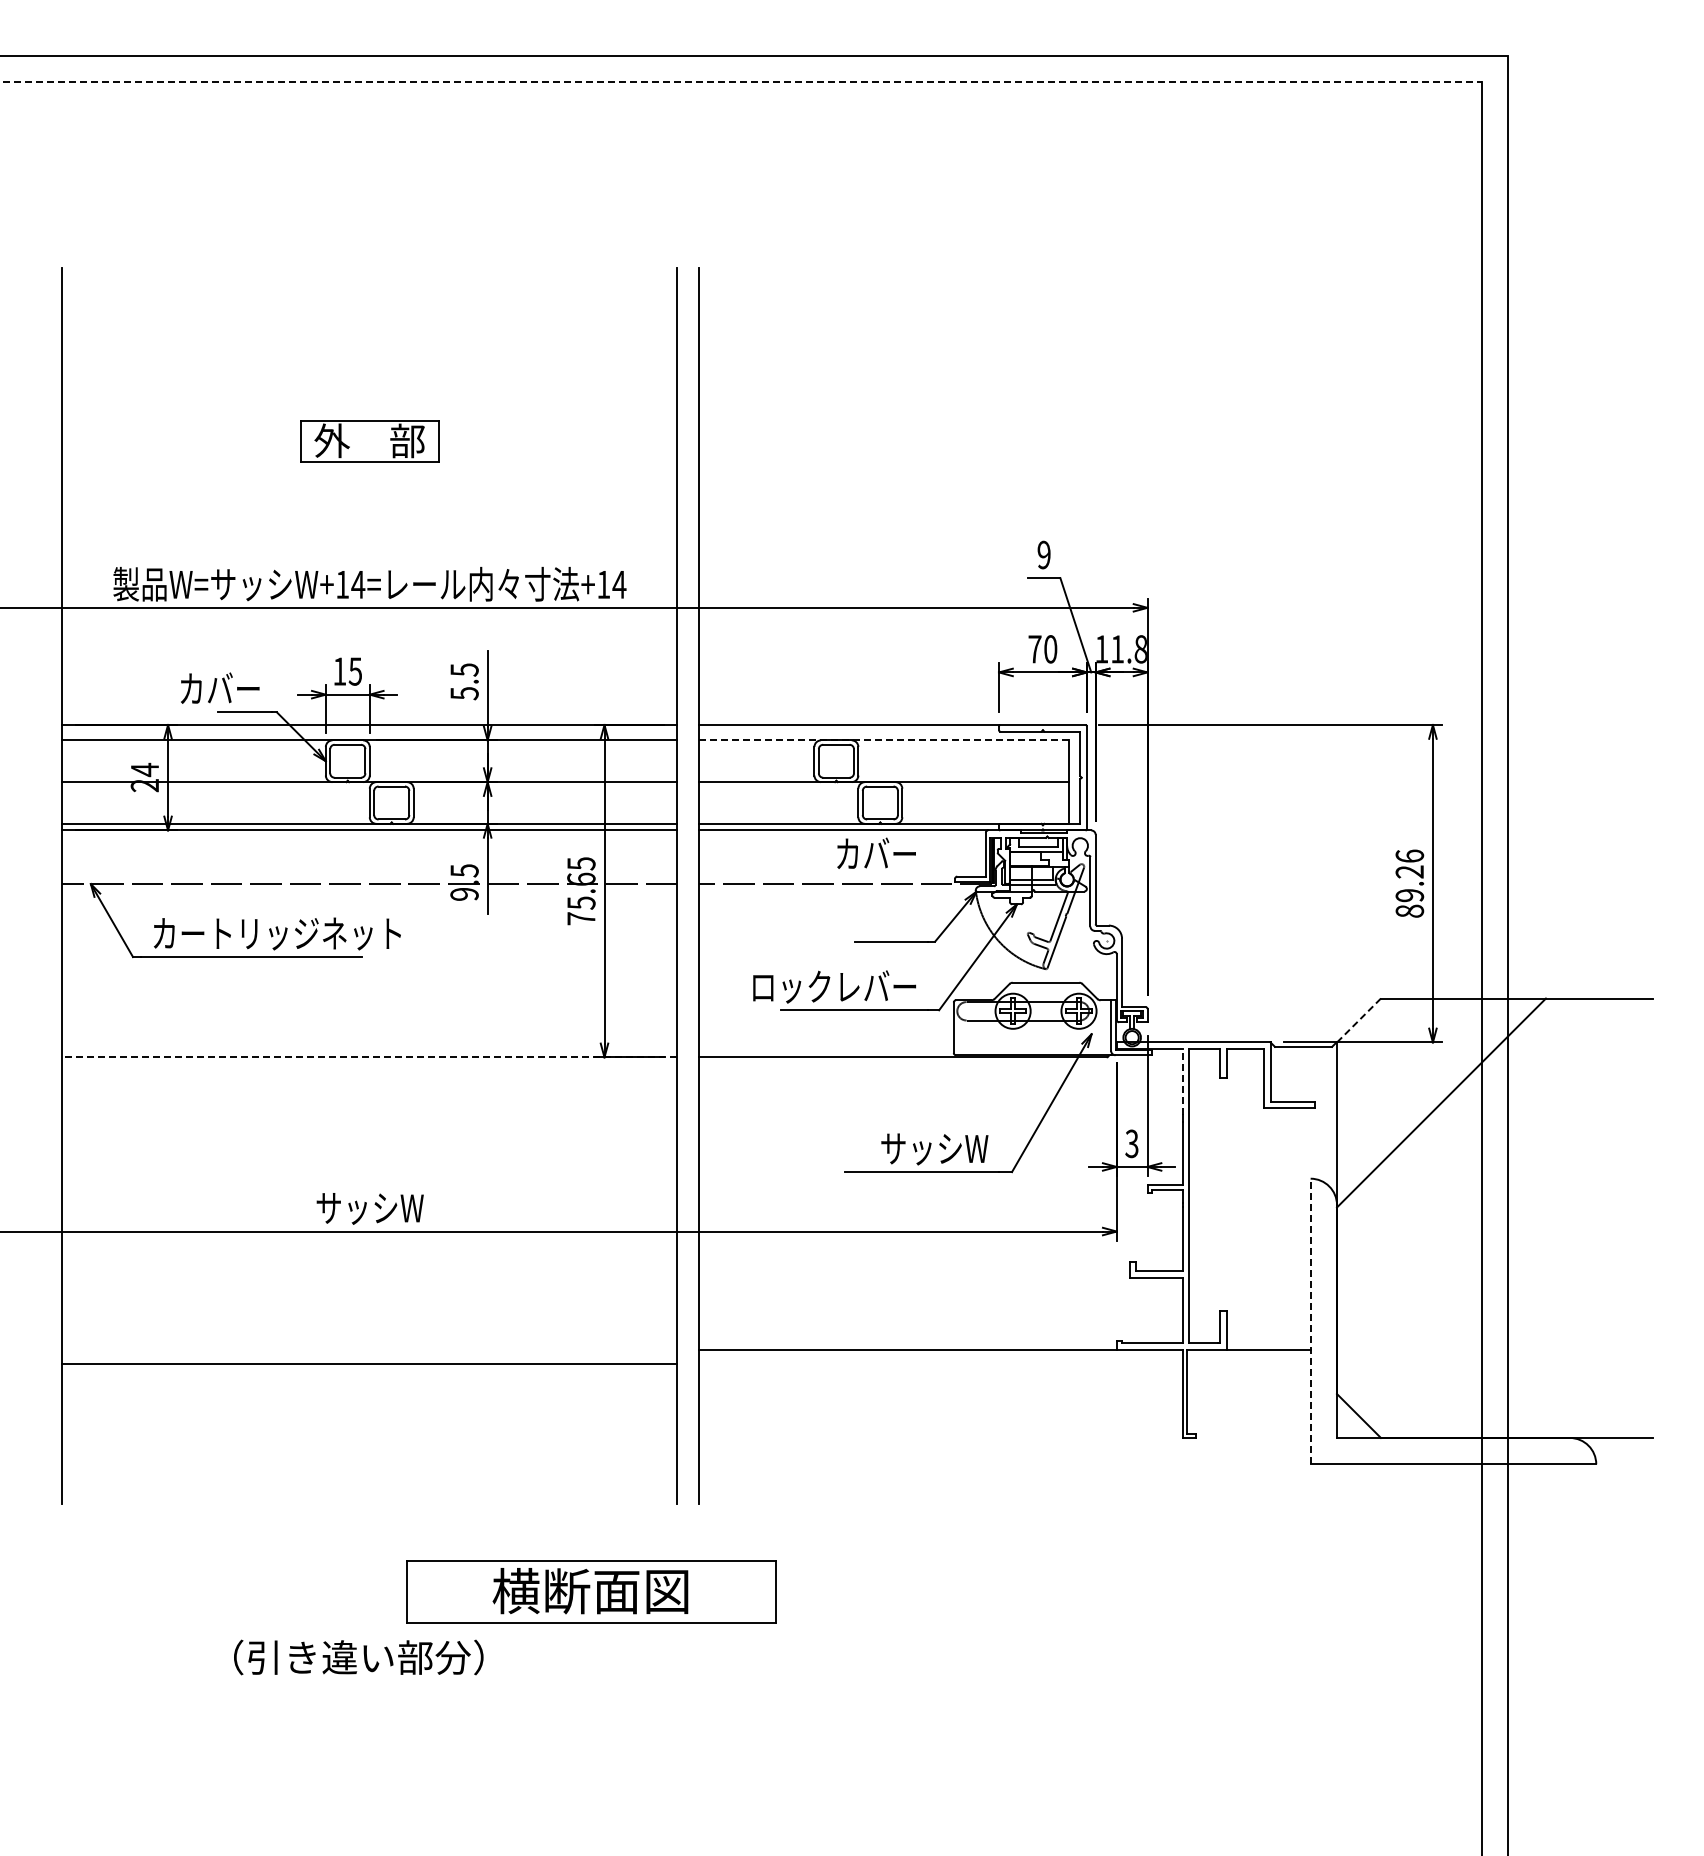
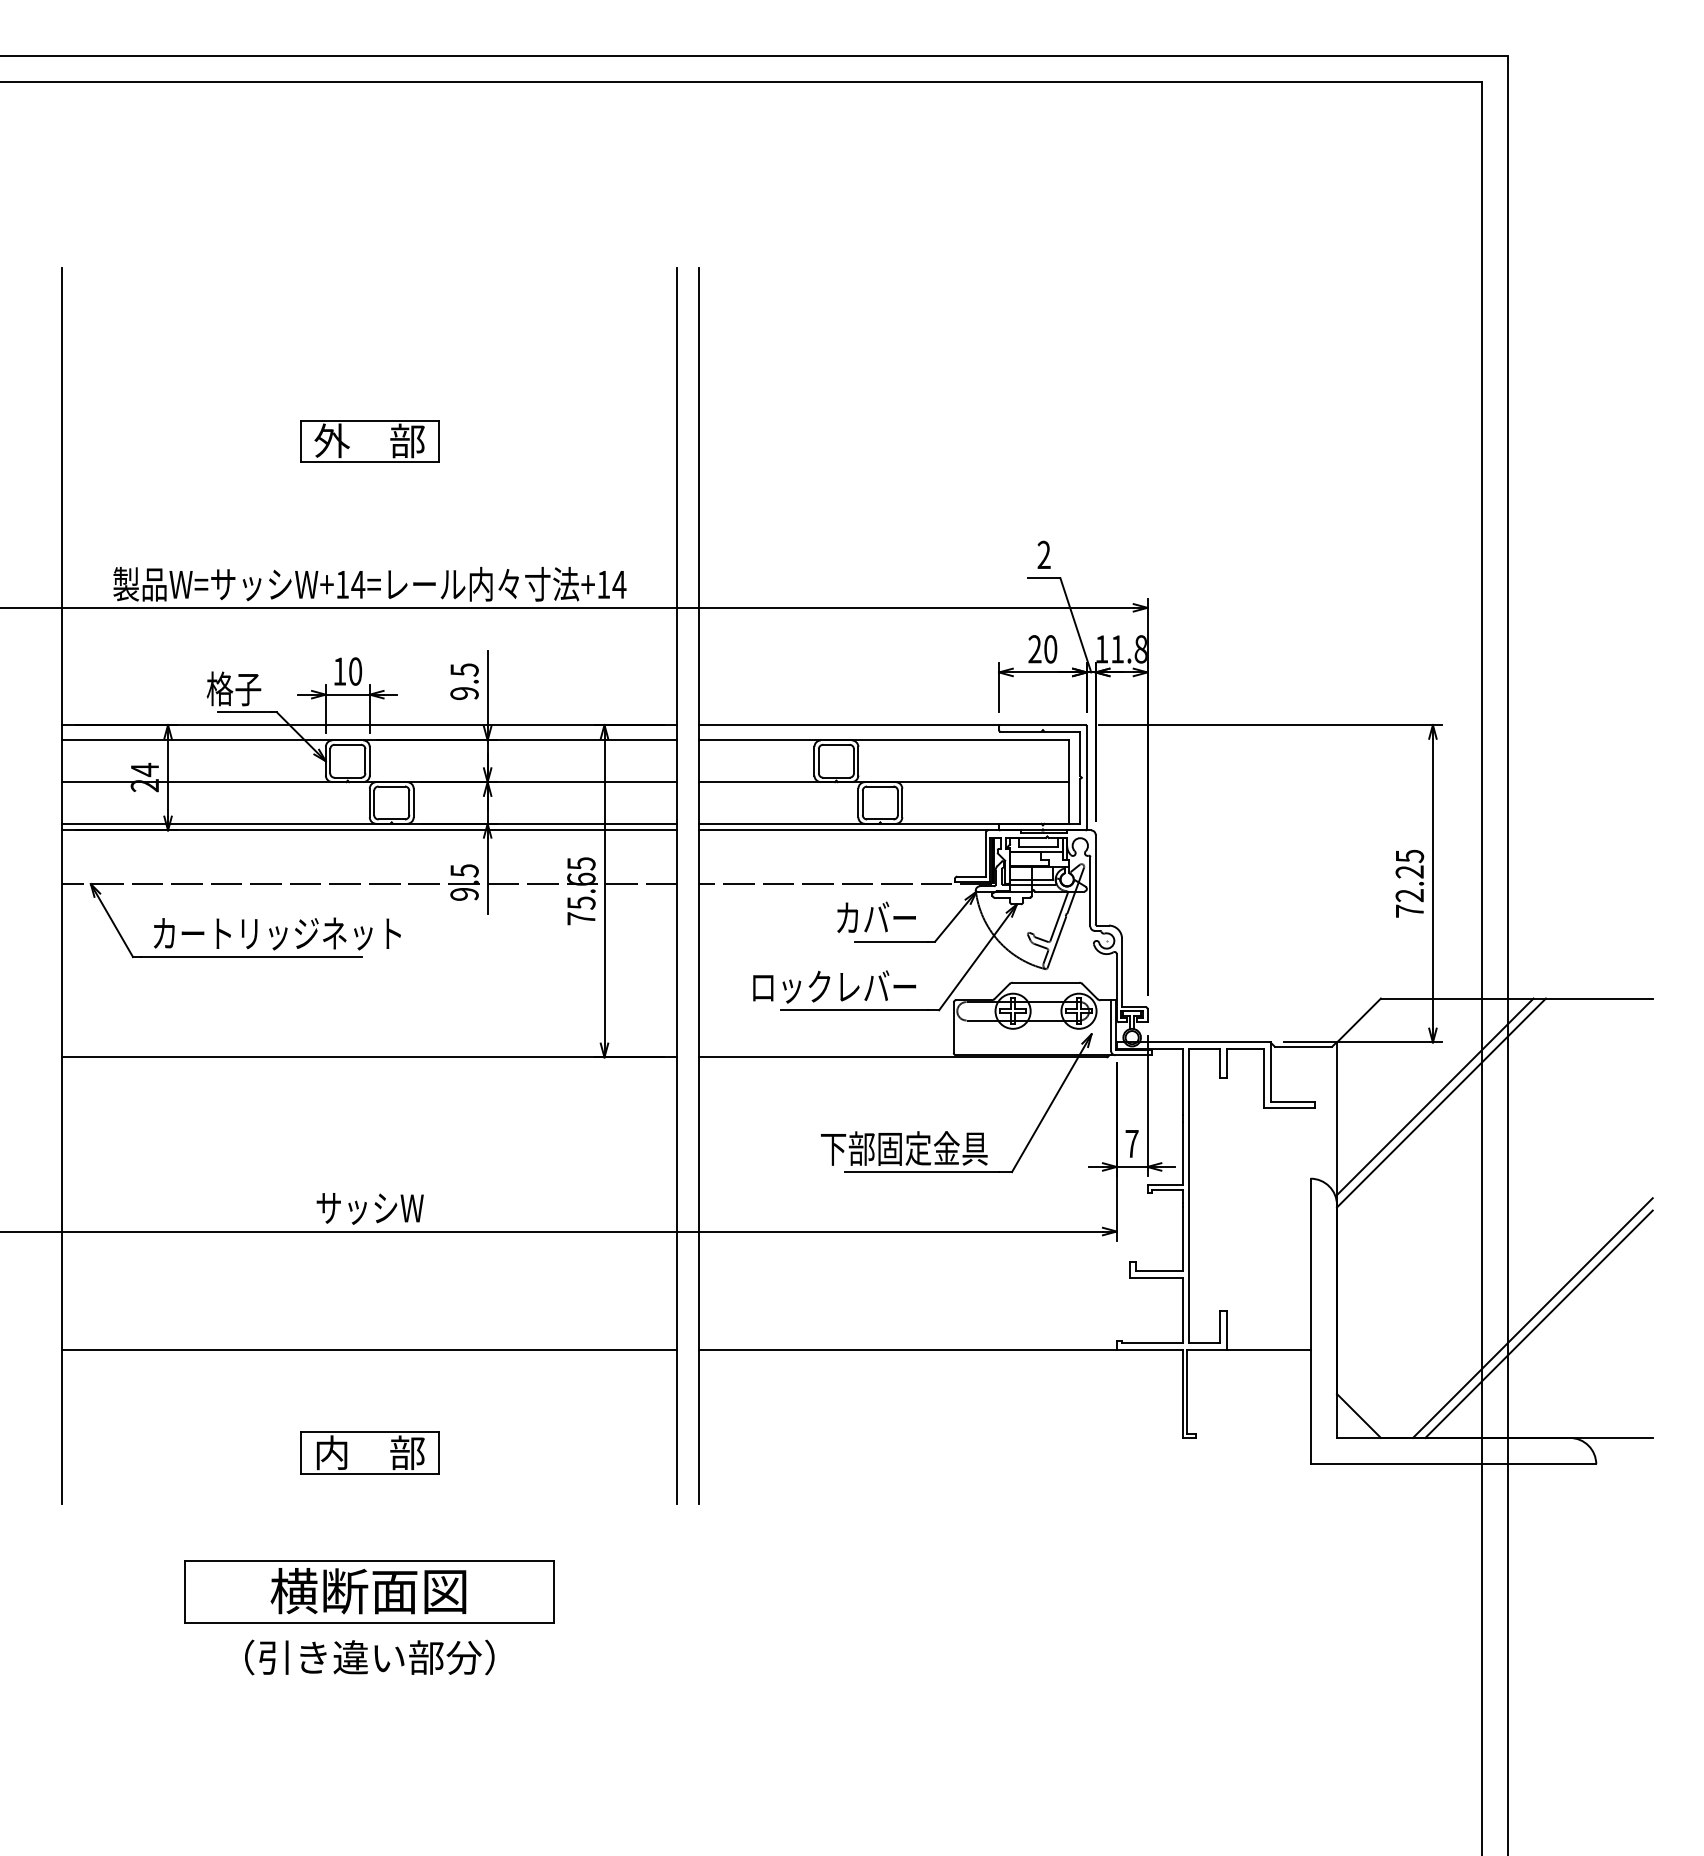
line at (741, 82): dashed -> solid
text at (1043, 555): 9 -> 2
text at (1034, 649): 70 -> 20
text at (355, 671): 15 -> 10
text at (221, 688): カバー -> 格子
text at (464, 693): 5.5 -> 9.5
line at (884, 740): dashed -> solid
text at (876, 852) position: (876, 852) -> (876, 916)
text at (1409, 883): 89.26 -> 72.25
line at (1358, 1020): dashed -> solid
line at (369, 1057): dashed -> solid
line at (1182, 1082): dashed -> solid
line at (1435, 1096): none -> present
text at (1131, 1143): 3 -> 7
text at (904, 1148): サッシW -> 下部固定金具
line at (1532, 1317): none -> present
line at (1310, 1321): dashed -> solid
line at (1538, 1323): none -> present
line at (369, 1364) position: (369, 1364) -> (369, 1350)
part at (369, 1452): none -> present
part at (591, 1591) position: (591, 1591) -> (369, 1591)
text at (358, 1657) position: (358, 1657) -> (369, 1657)
